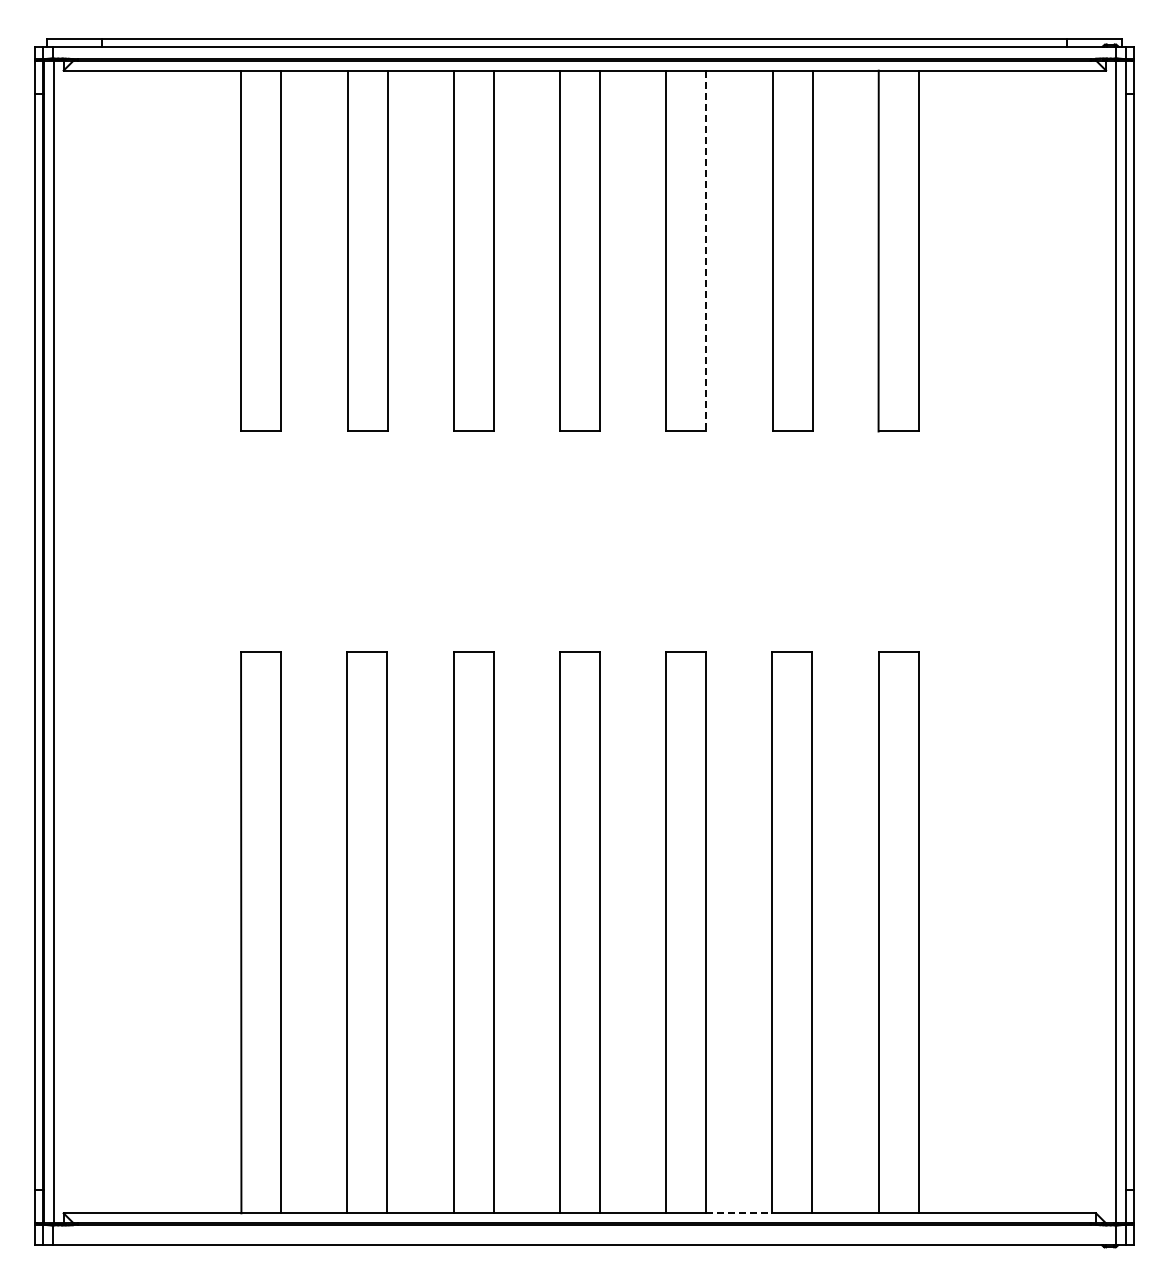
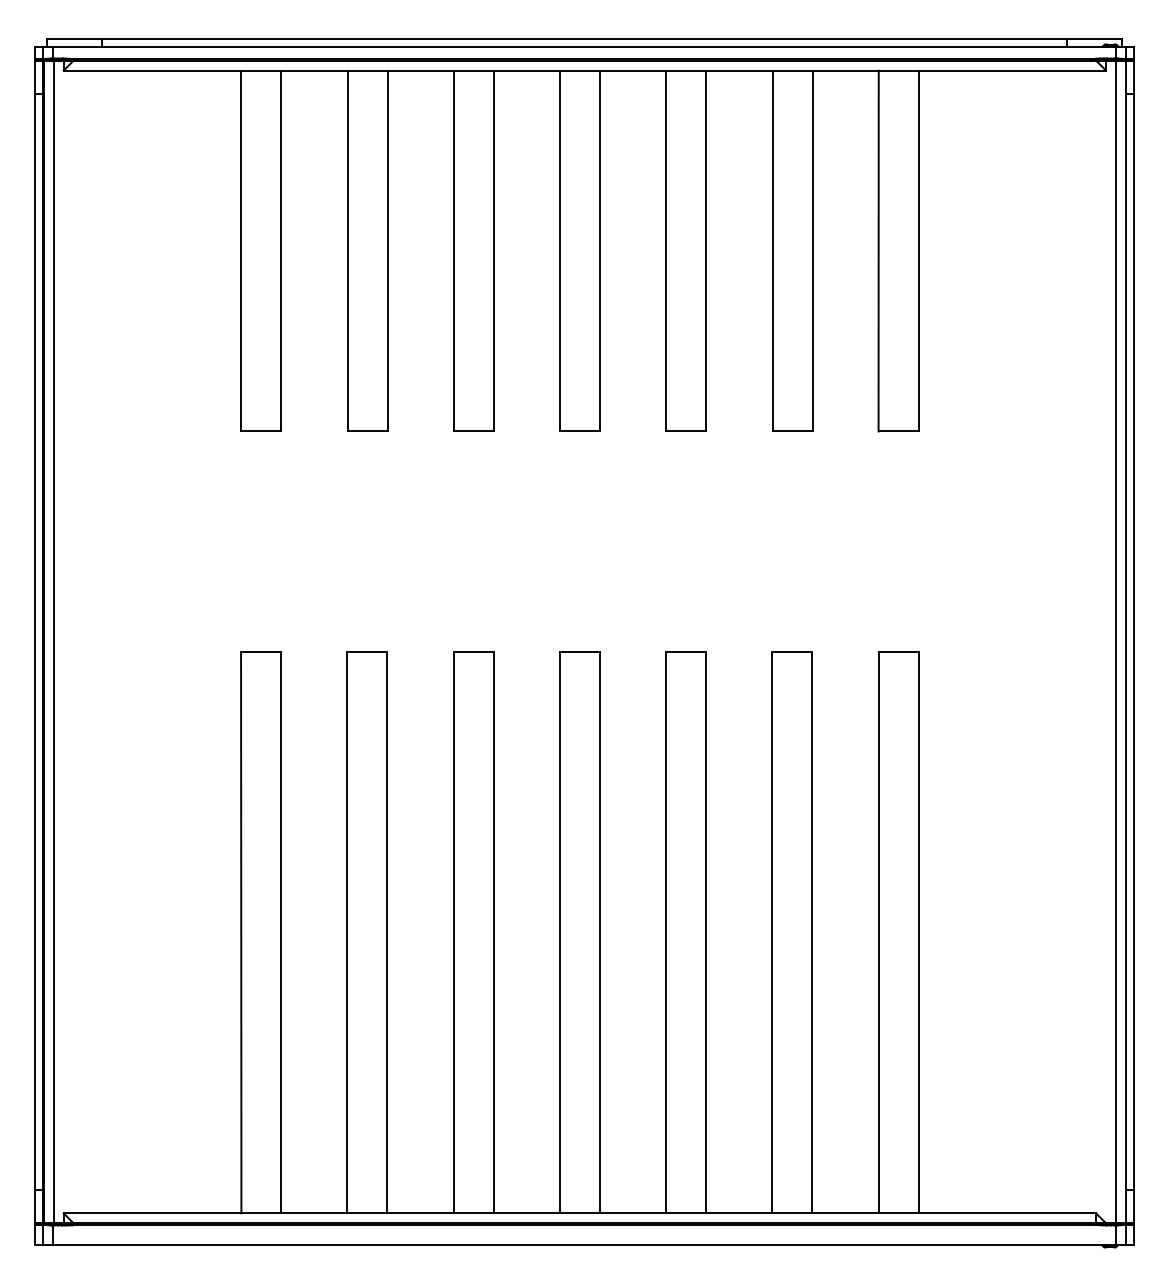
line at (706, 251): dashed -> solid
line at (739, 1213): dashed -> solid
